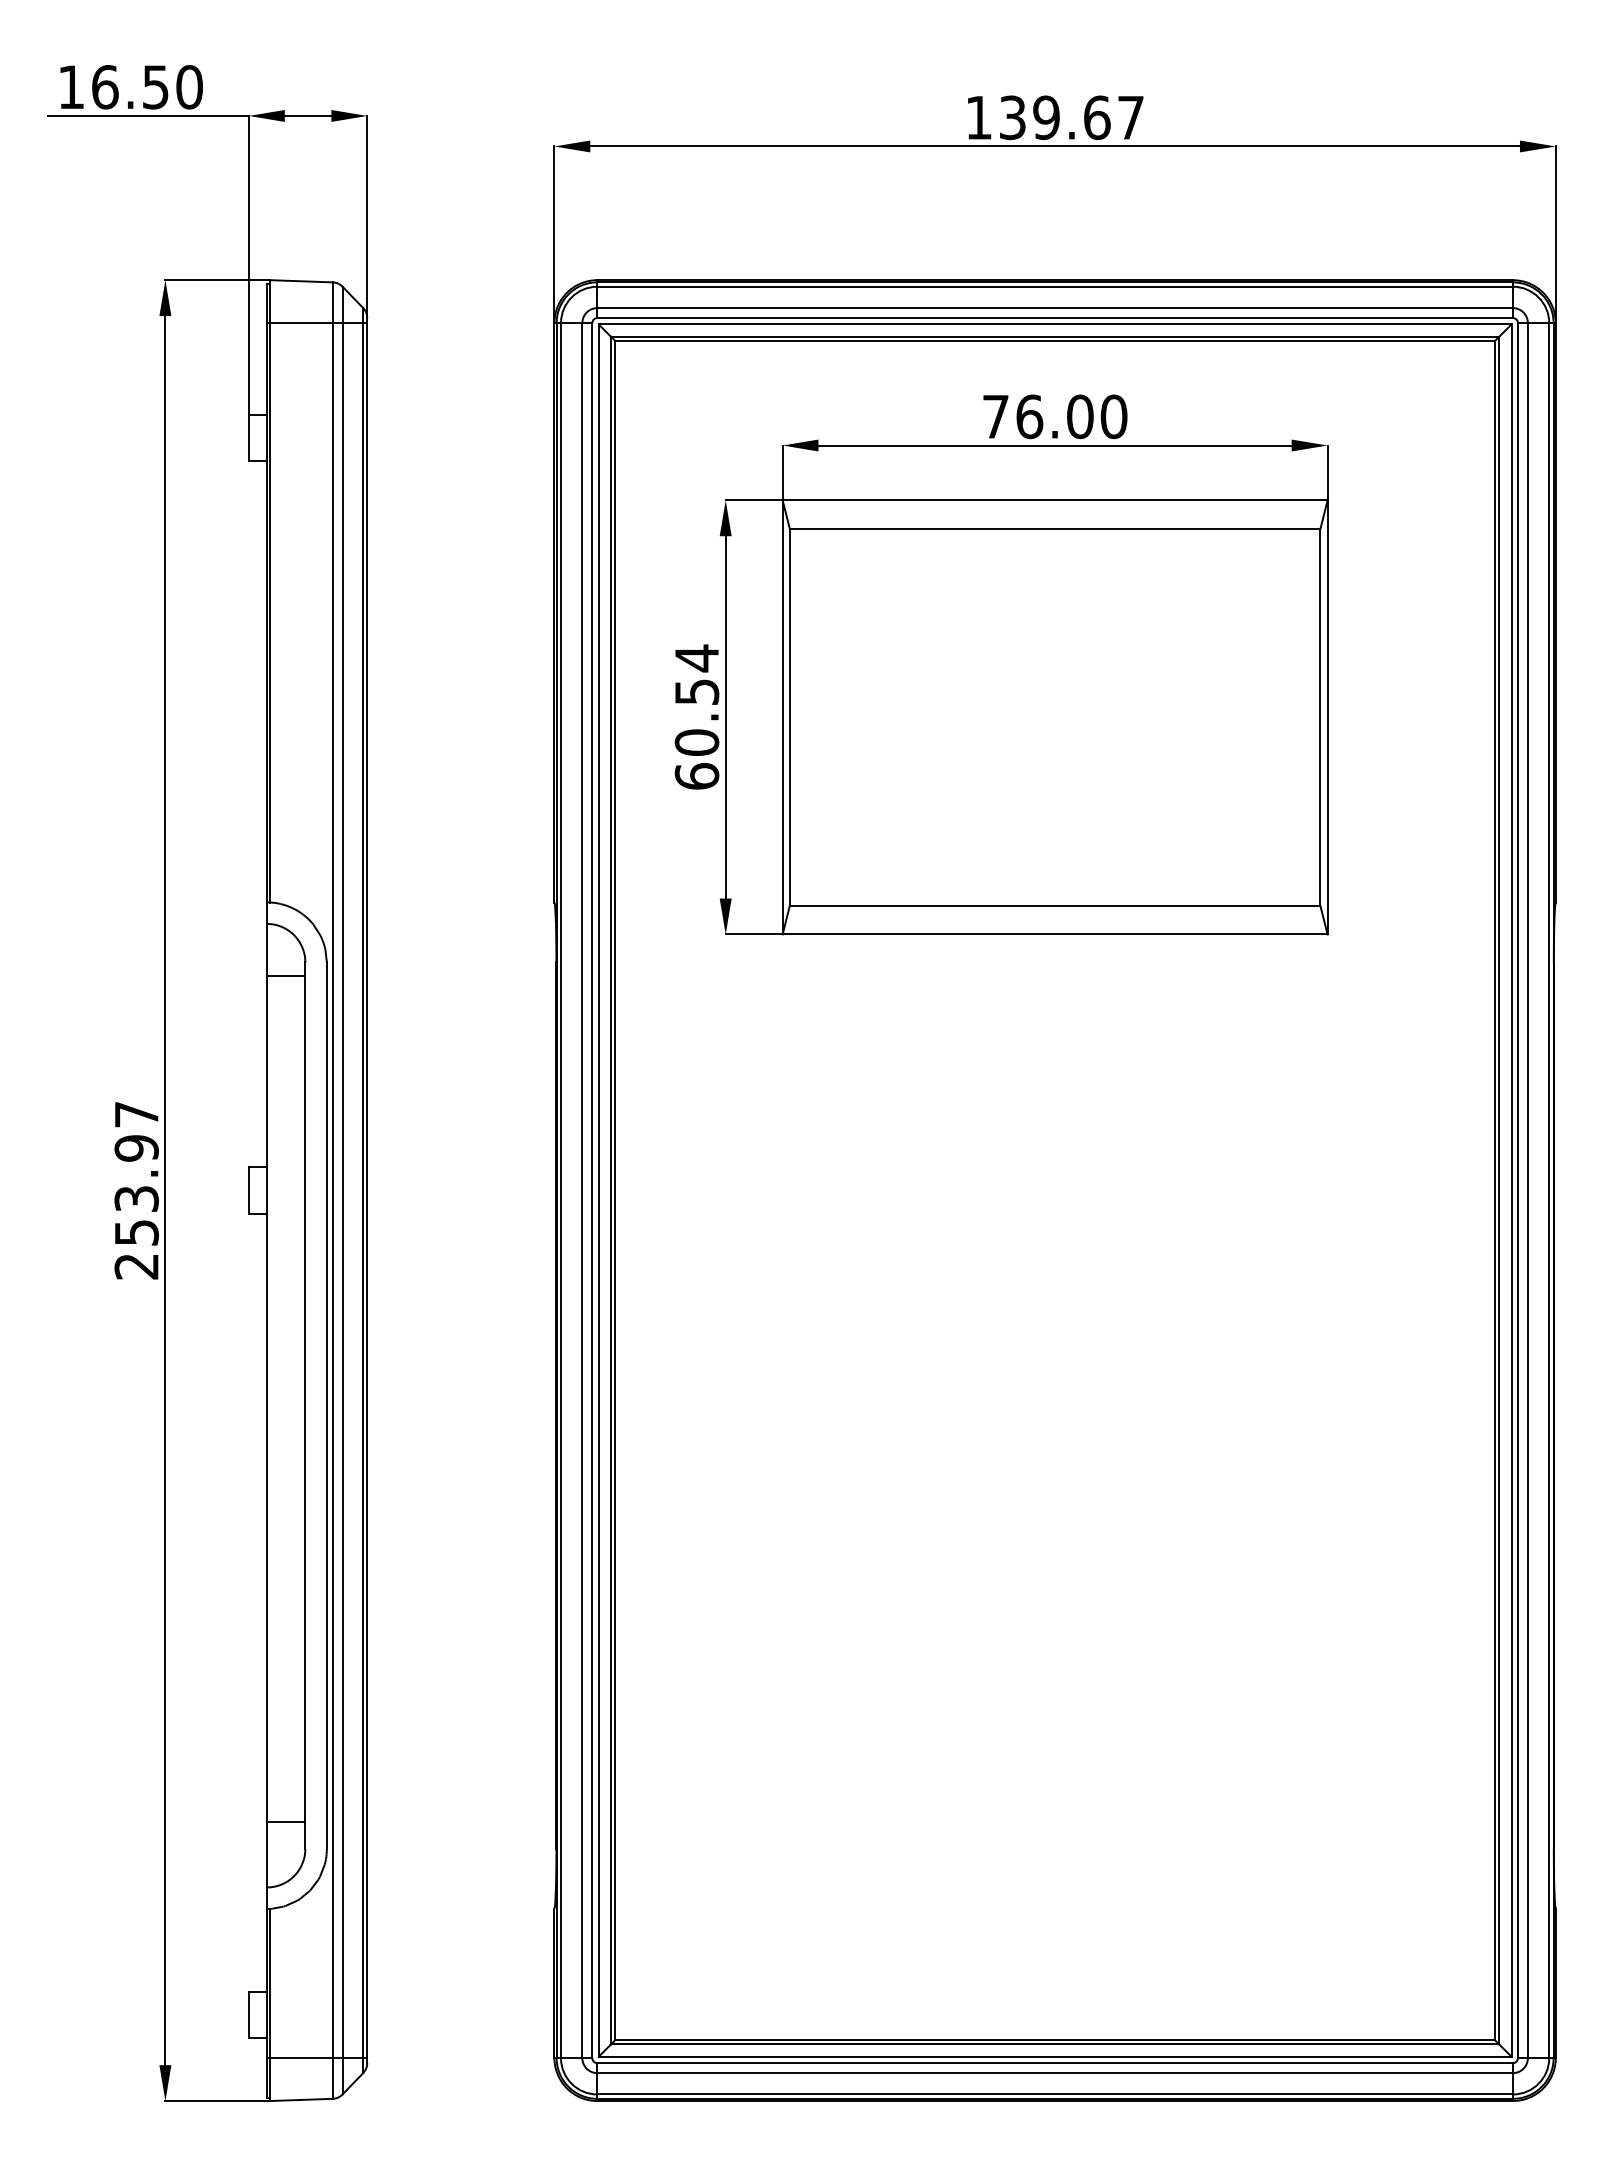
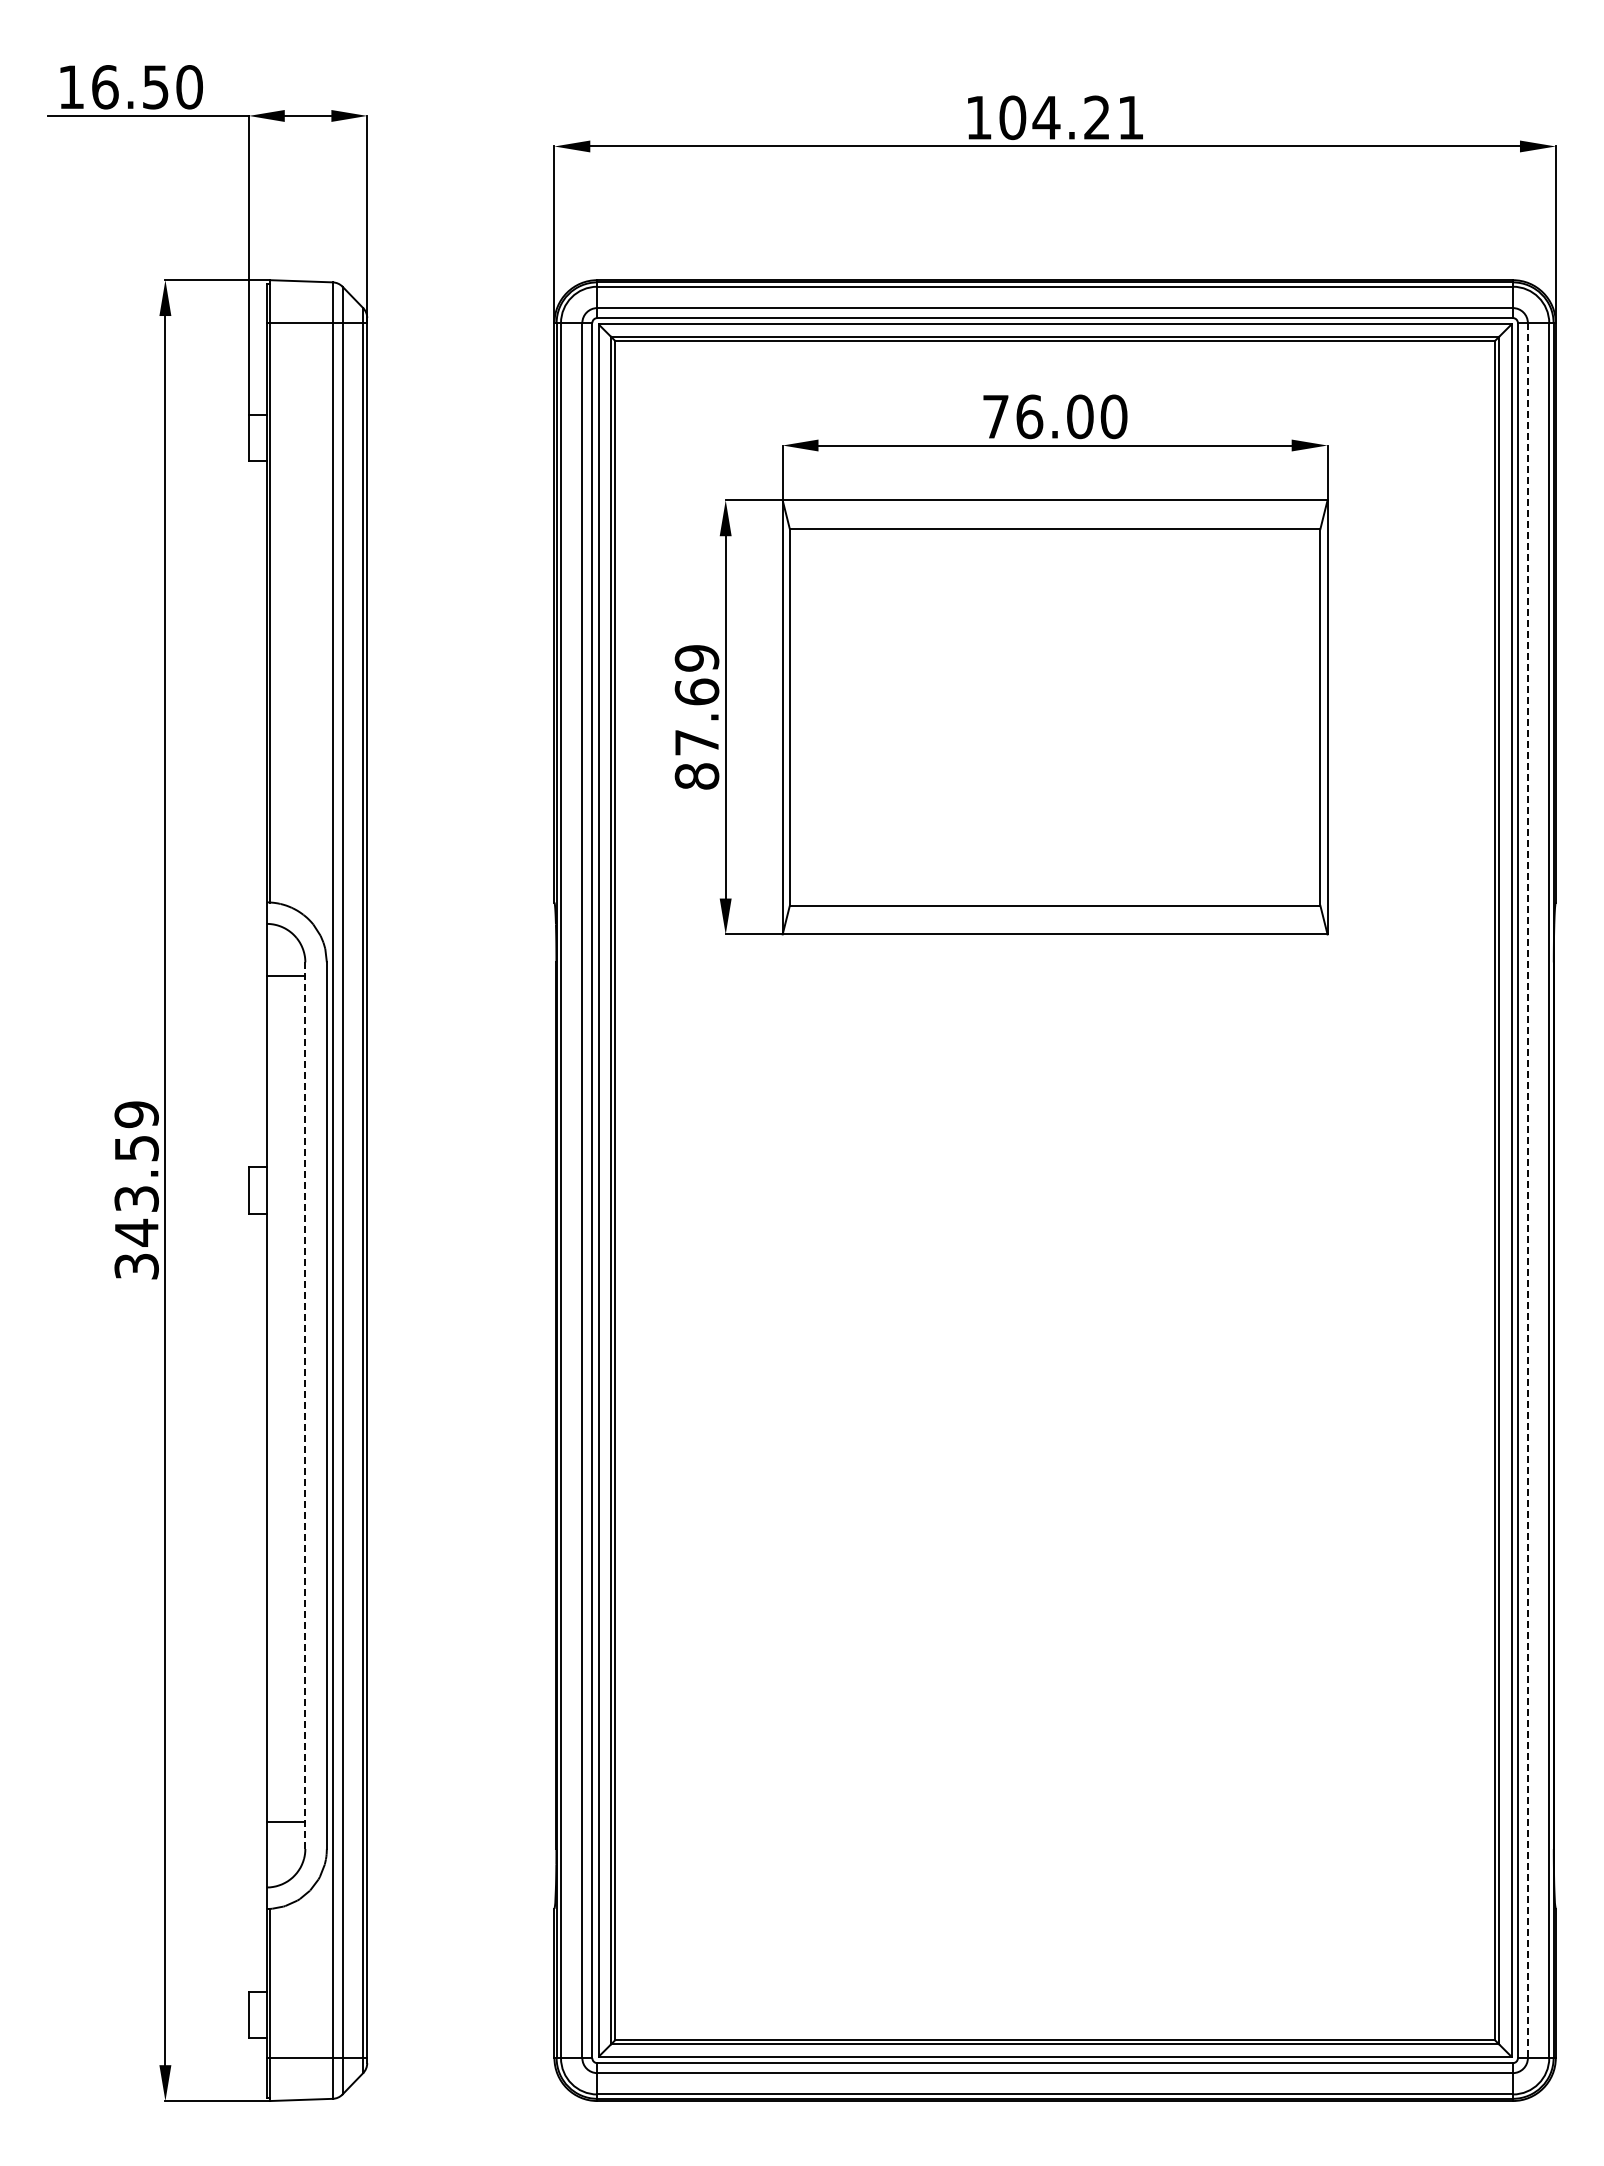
text at (1071, 117): 139.67 -> 104.21
text at (696, 716): 60.54 -> 87.69
text at (136, 1190): 253.97 -> 343.59
line at (1527, 1190): solid -> dashed
line at (305, 1406): solid -> dashed
